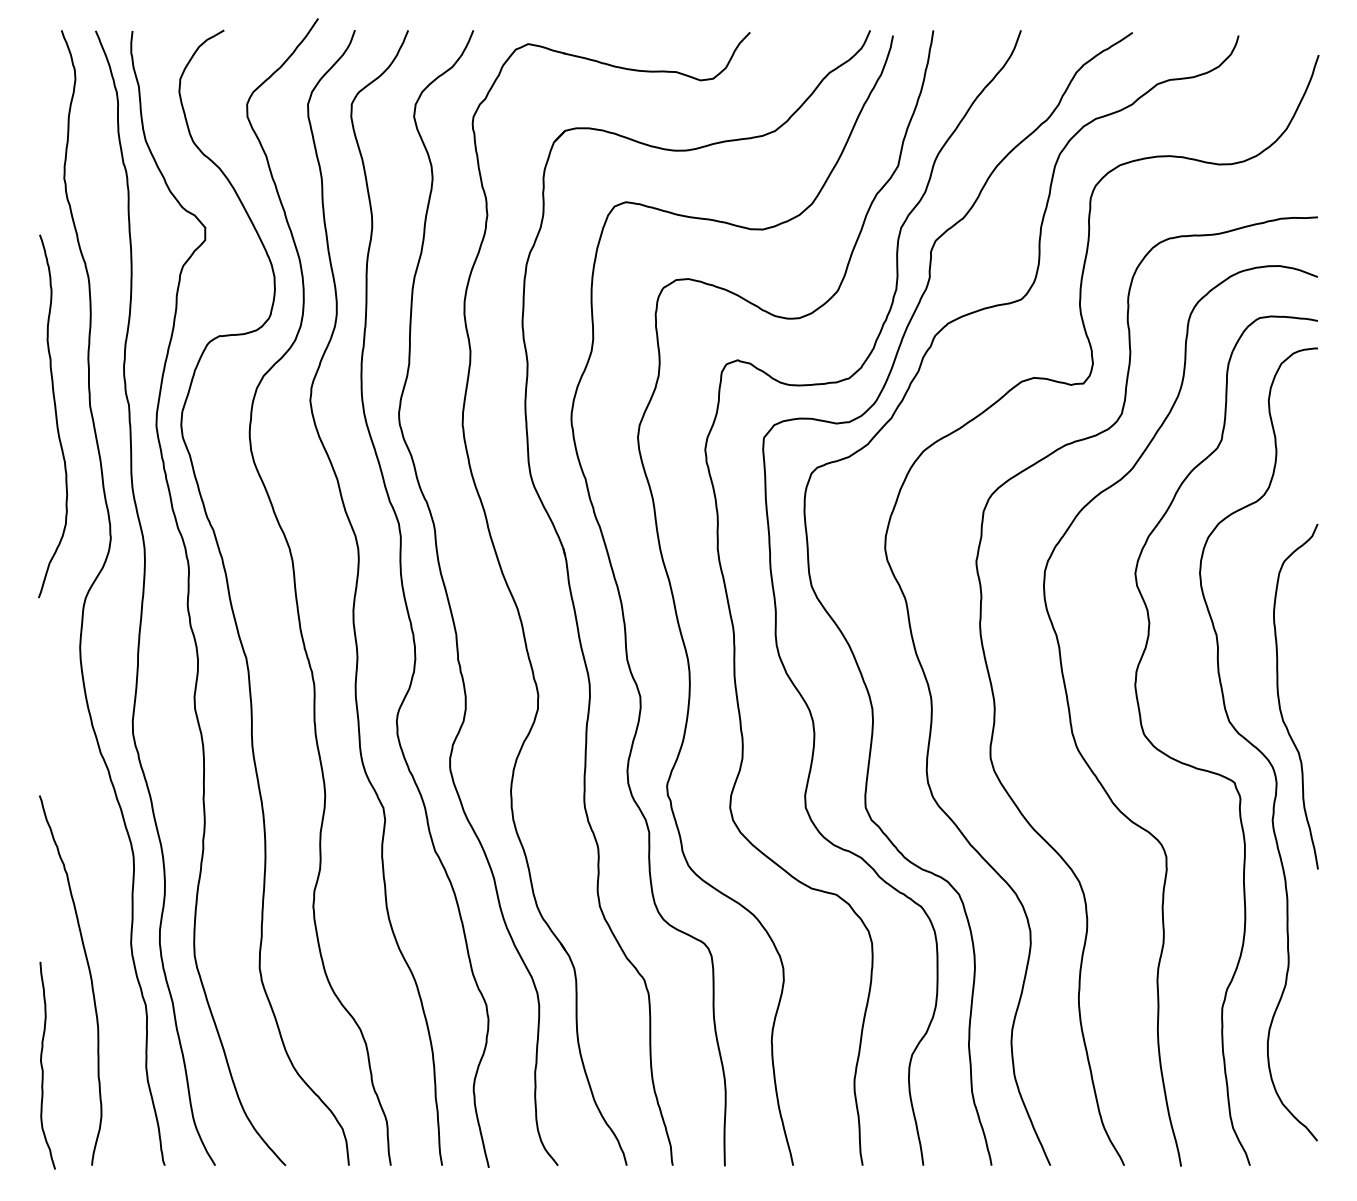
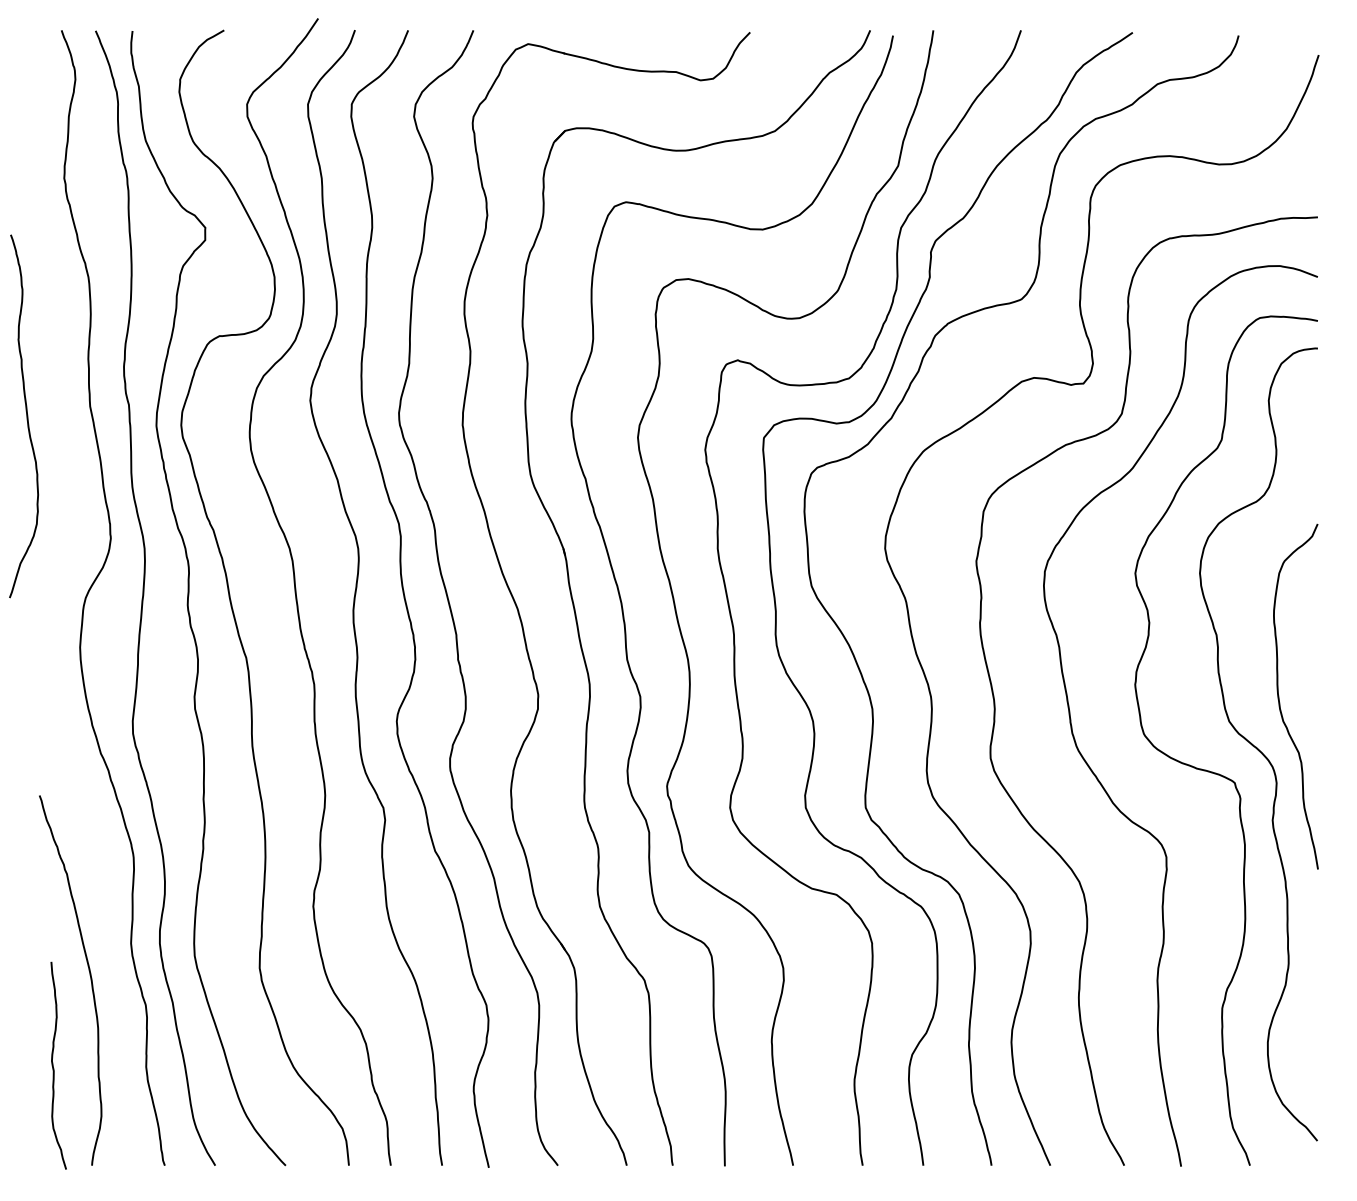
curve at (55, 416) position: (55, 416) -> (26, 416)
curve at (42, 1065) position: (42, 1065) -> (53, 1065)
